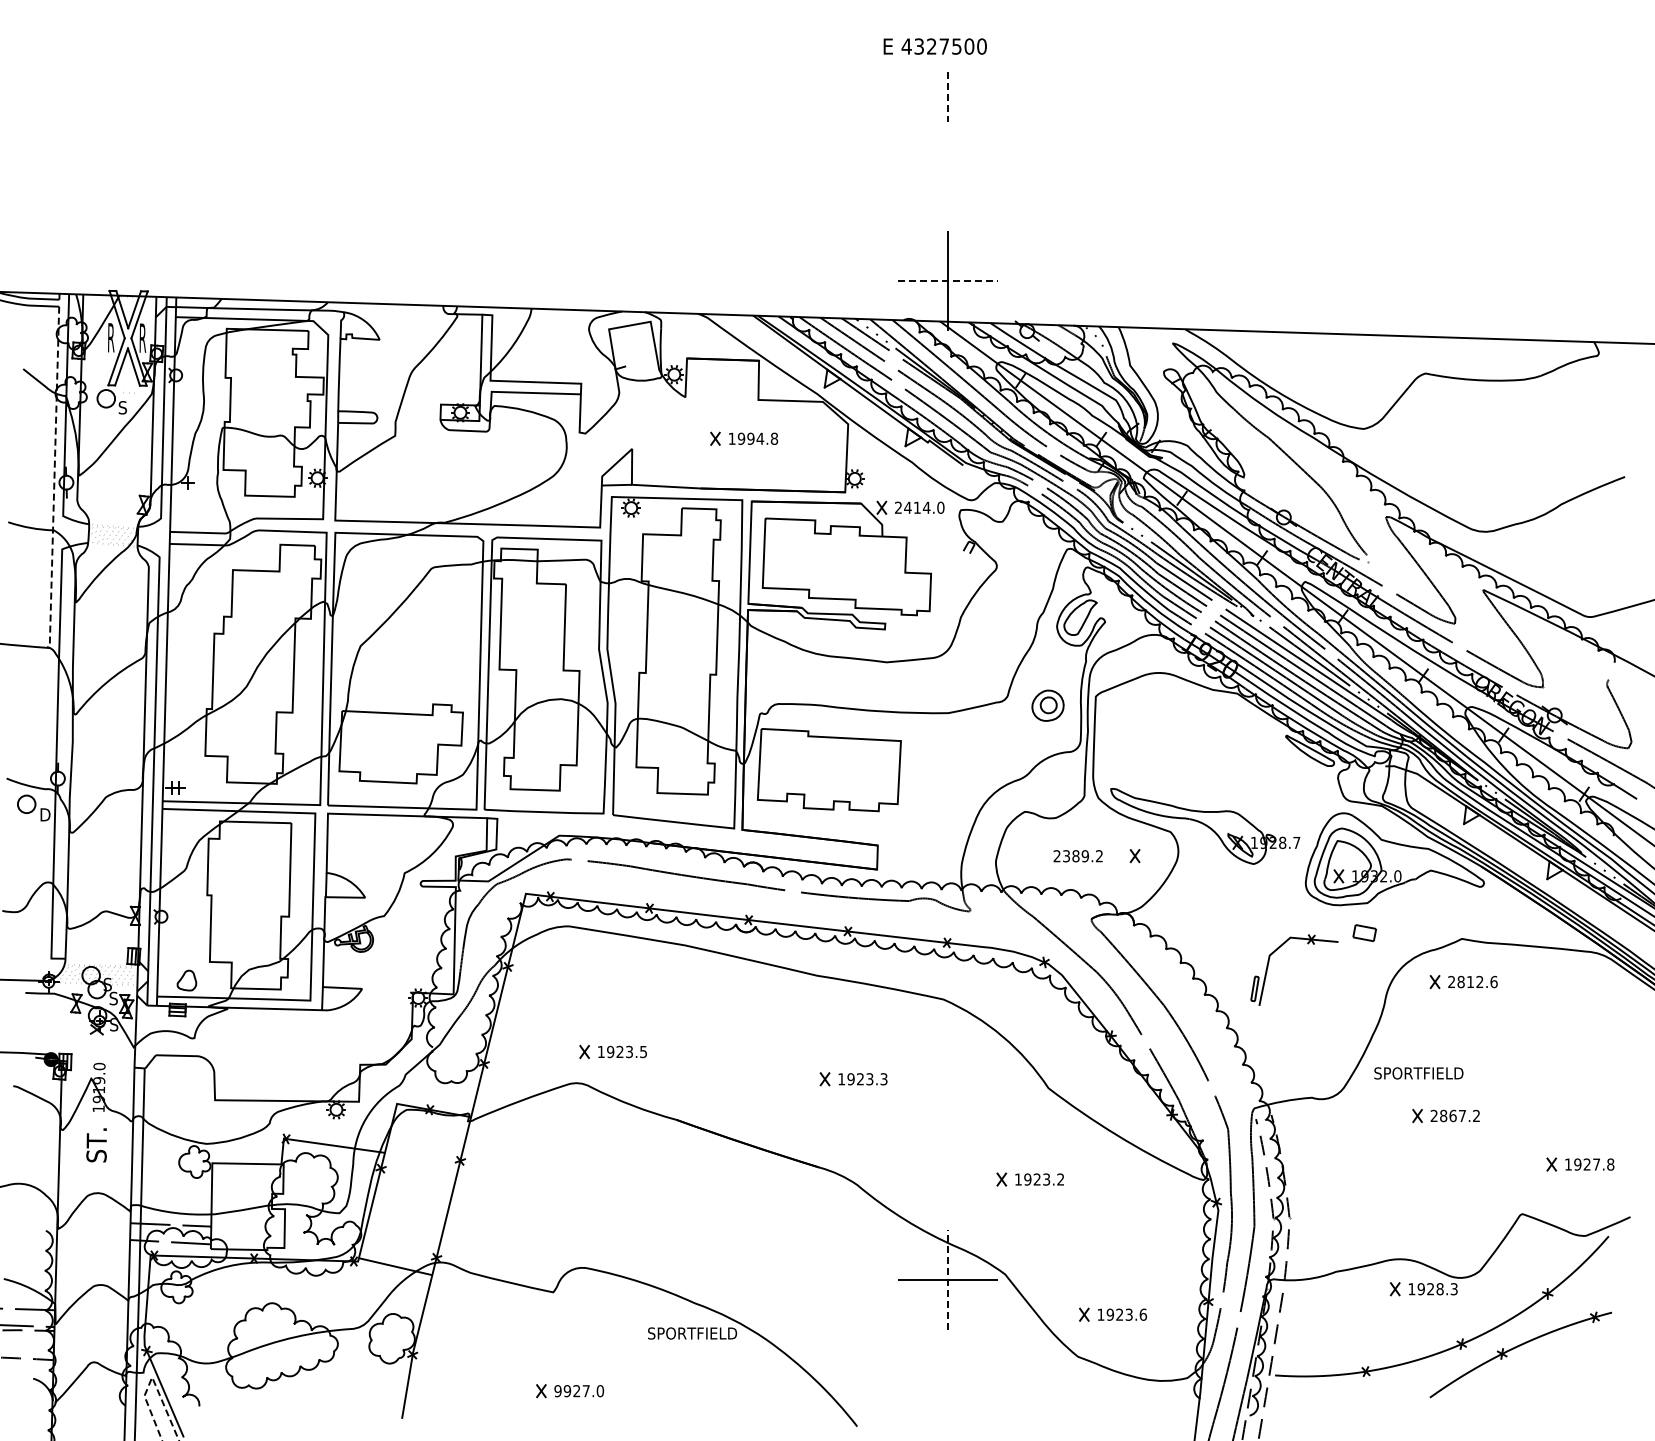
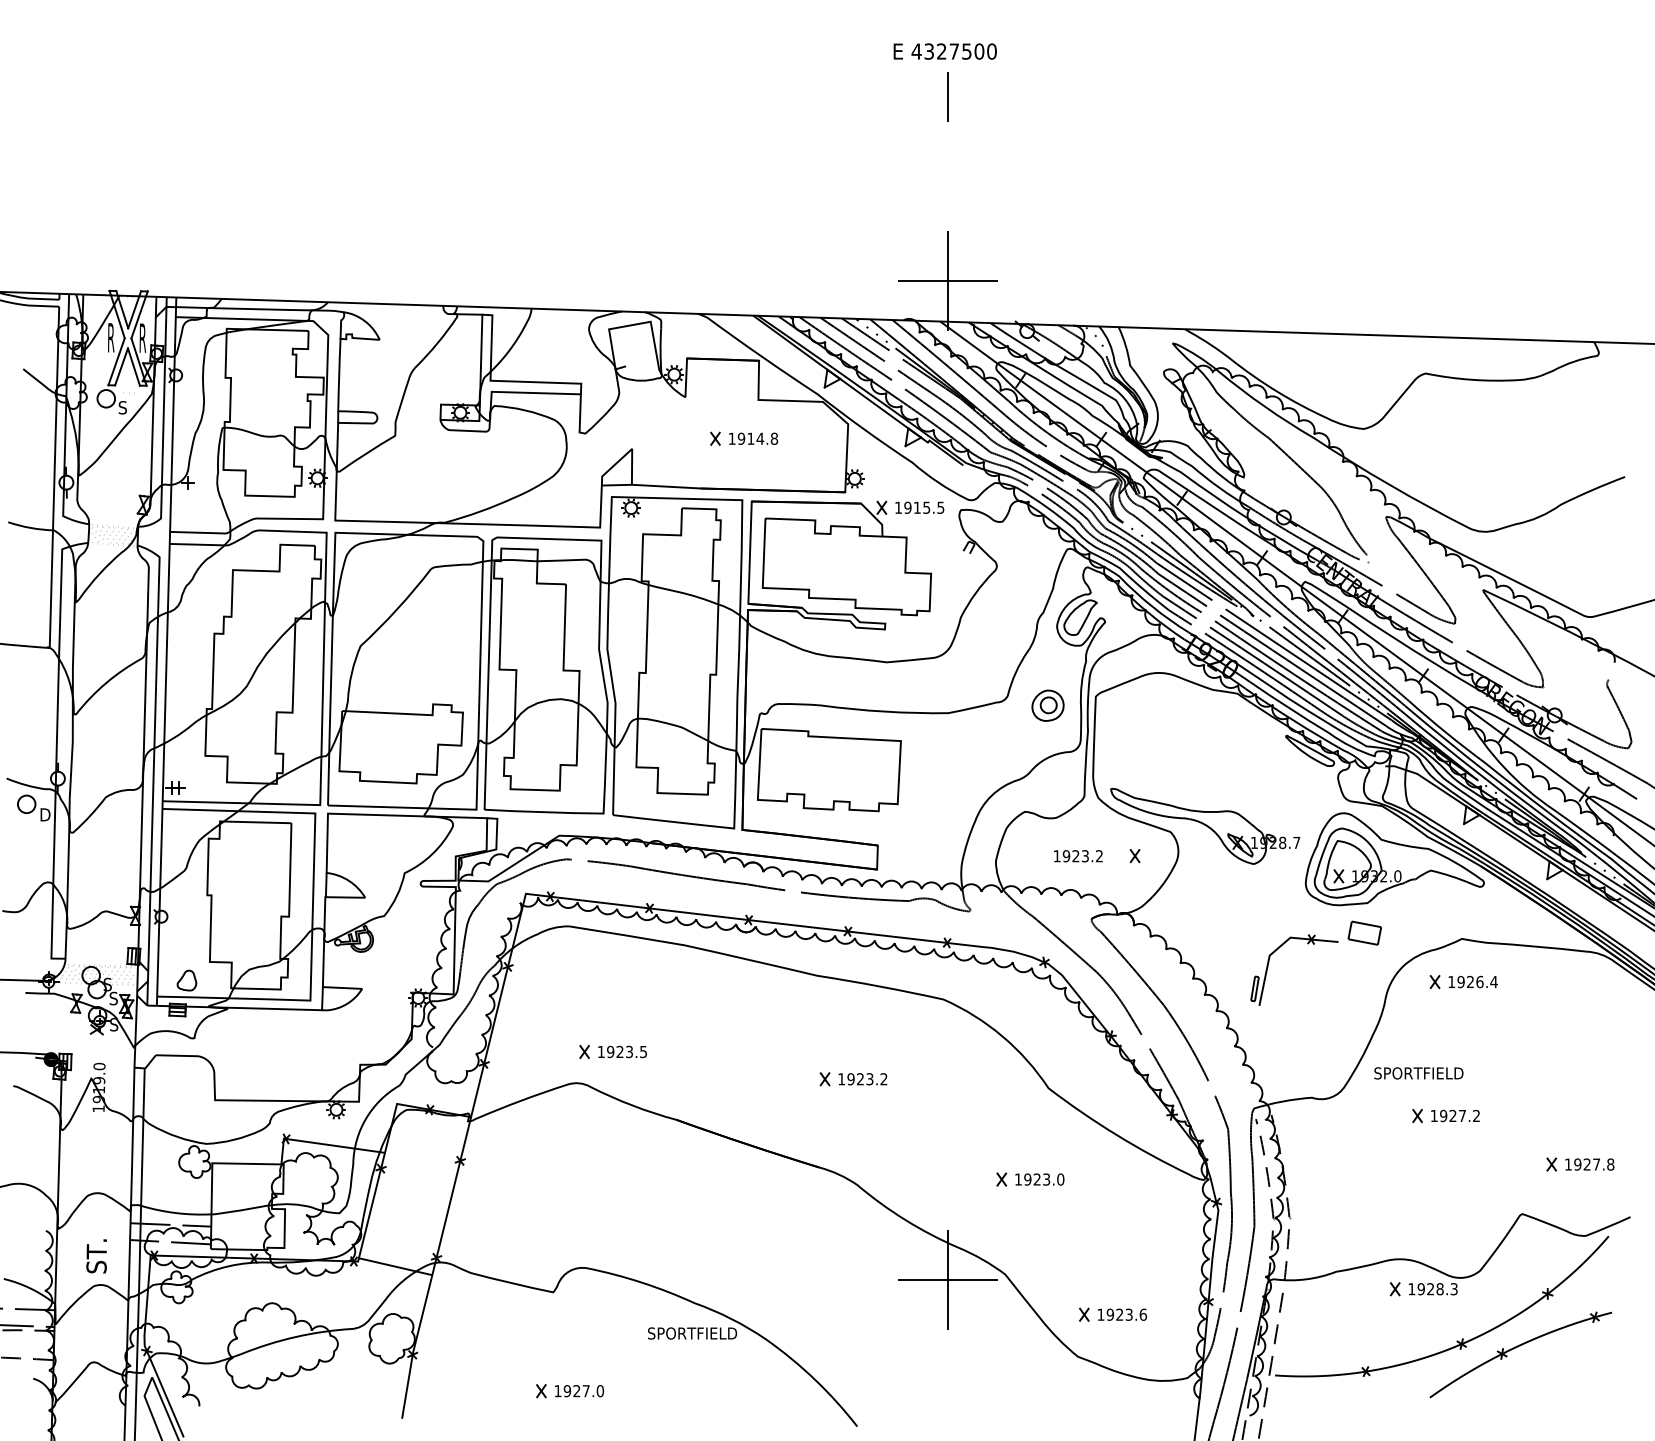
text at (934, 46) position: (934, 46) -> (944, 51)
line at (947, 96): dashed -> solid
line at (947, 281): dashed -> solid
text at (750, 438): 1994.8 -> 1914.8
line at (54, 477): dashed -> solid
text at (919, 507): 2414.0 -> 1915.5
text at (1070, 856): 2389.2 -> 1923.2
part at (1364, 933) size: 25x19 px -> 35x26 px
text at (1472, 981): 2812.6 -> 1926.4
text at (883, 1079): 1923.3 -> 1923.2
text at (1443, 1115): 2867.2 -> 1927.2
text at (96, 1145) position: (96, 1145) -> (96, 1256)
text at (1060, 1179): 1923.2 -> 1923.0
line at (947, 1279): dashed -> solid
line at (152, 1377): dashed -> solid
text at (557, 1391): 9927.0 -> 1927.0
